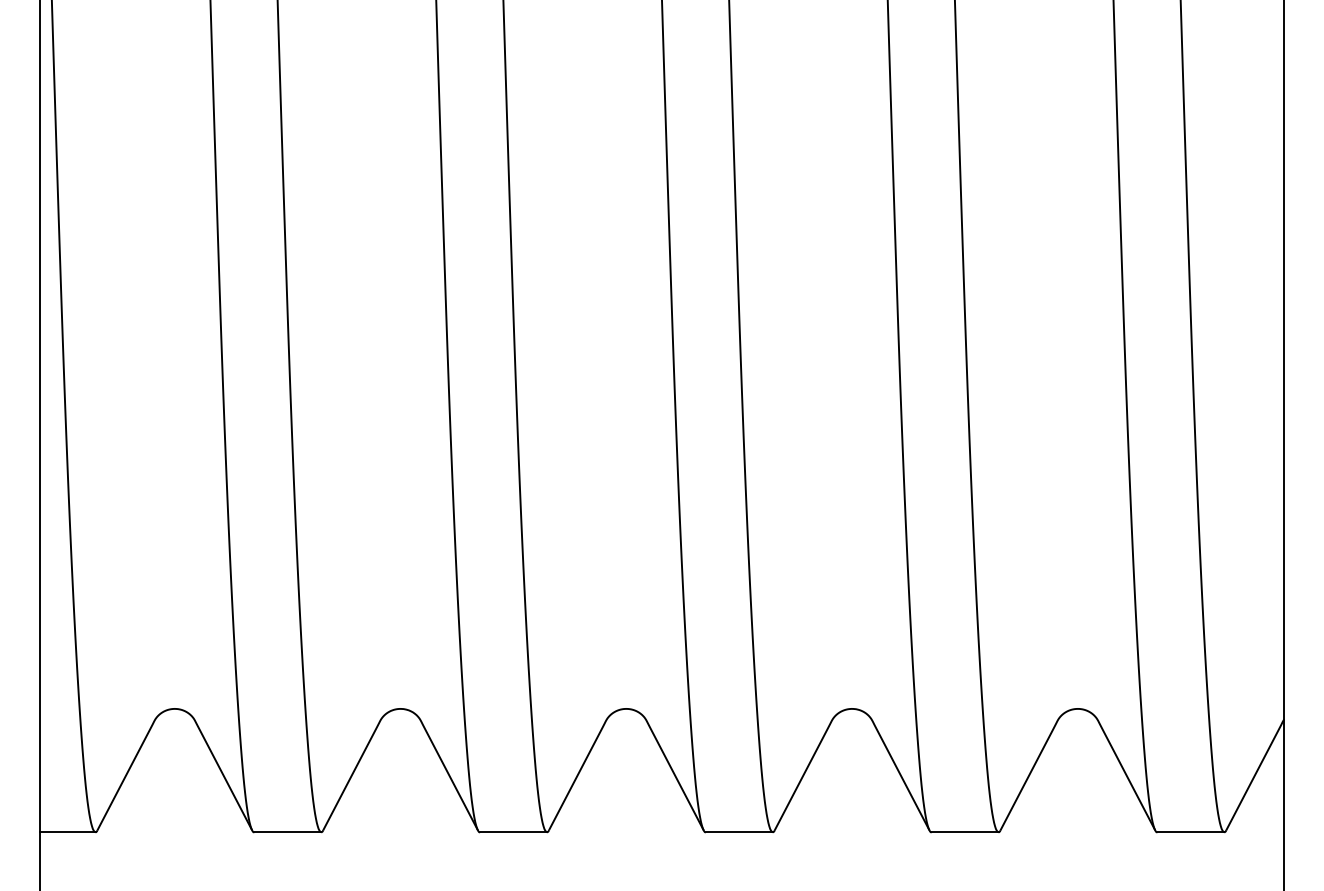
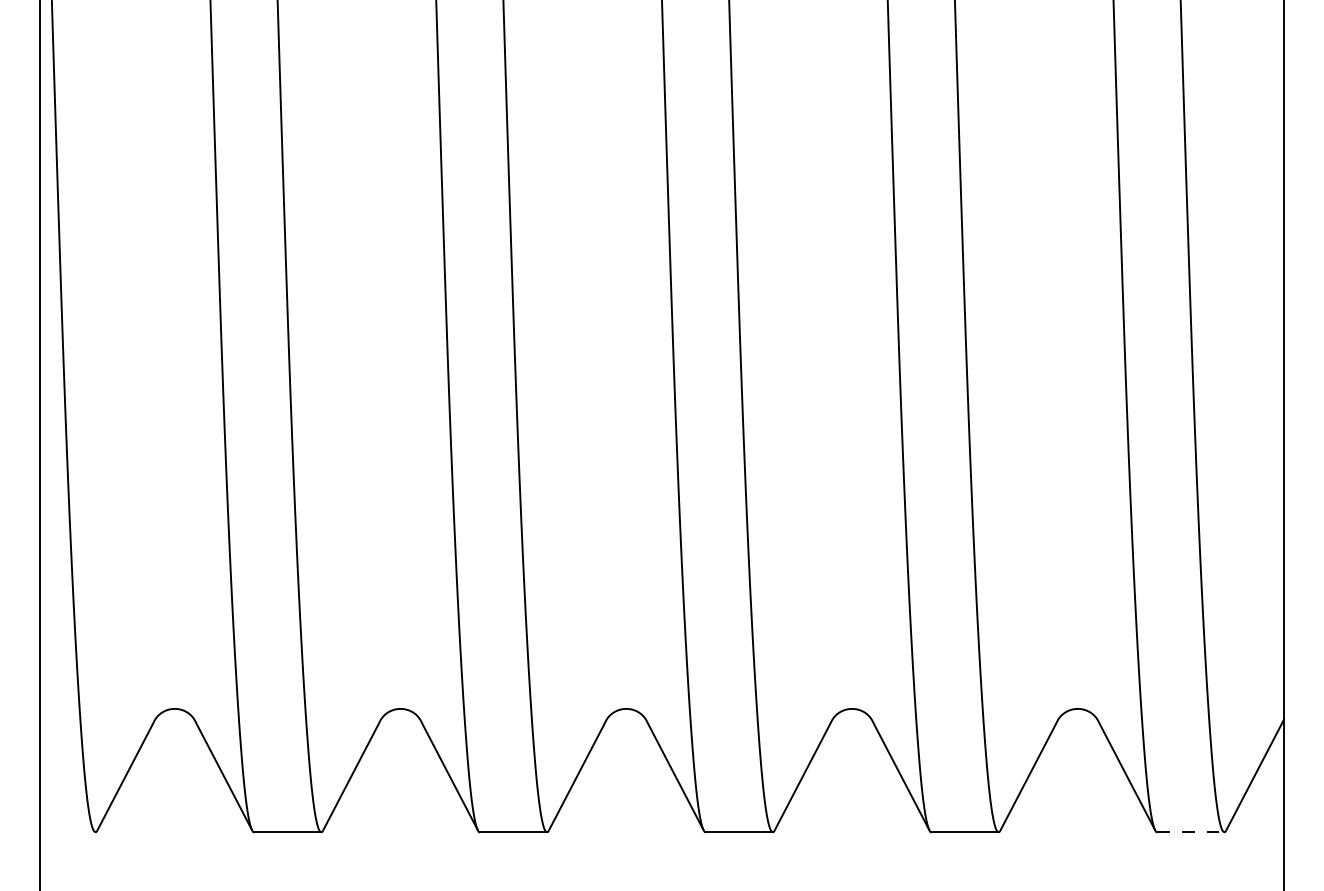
line at (67, 832): present -> none
line at (1190, 832): solid -> dashed
